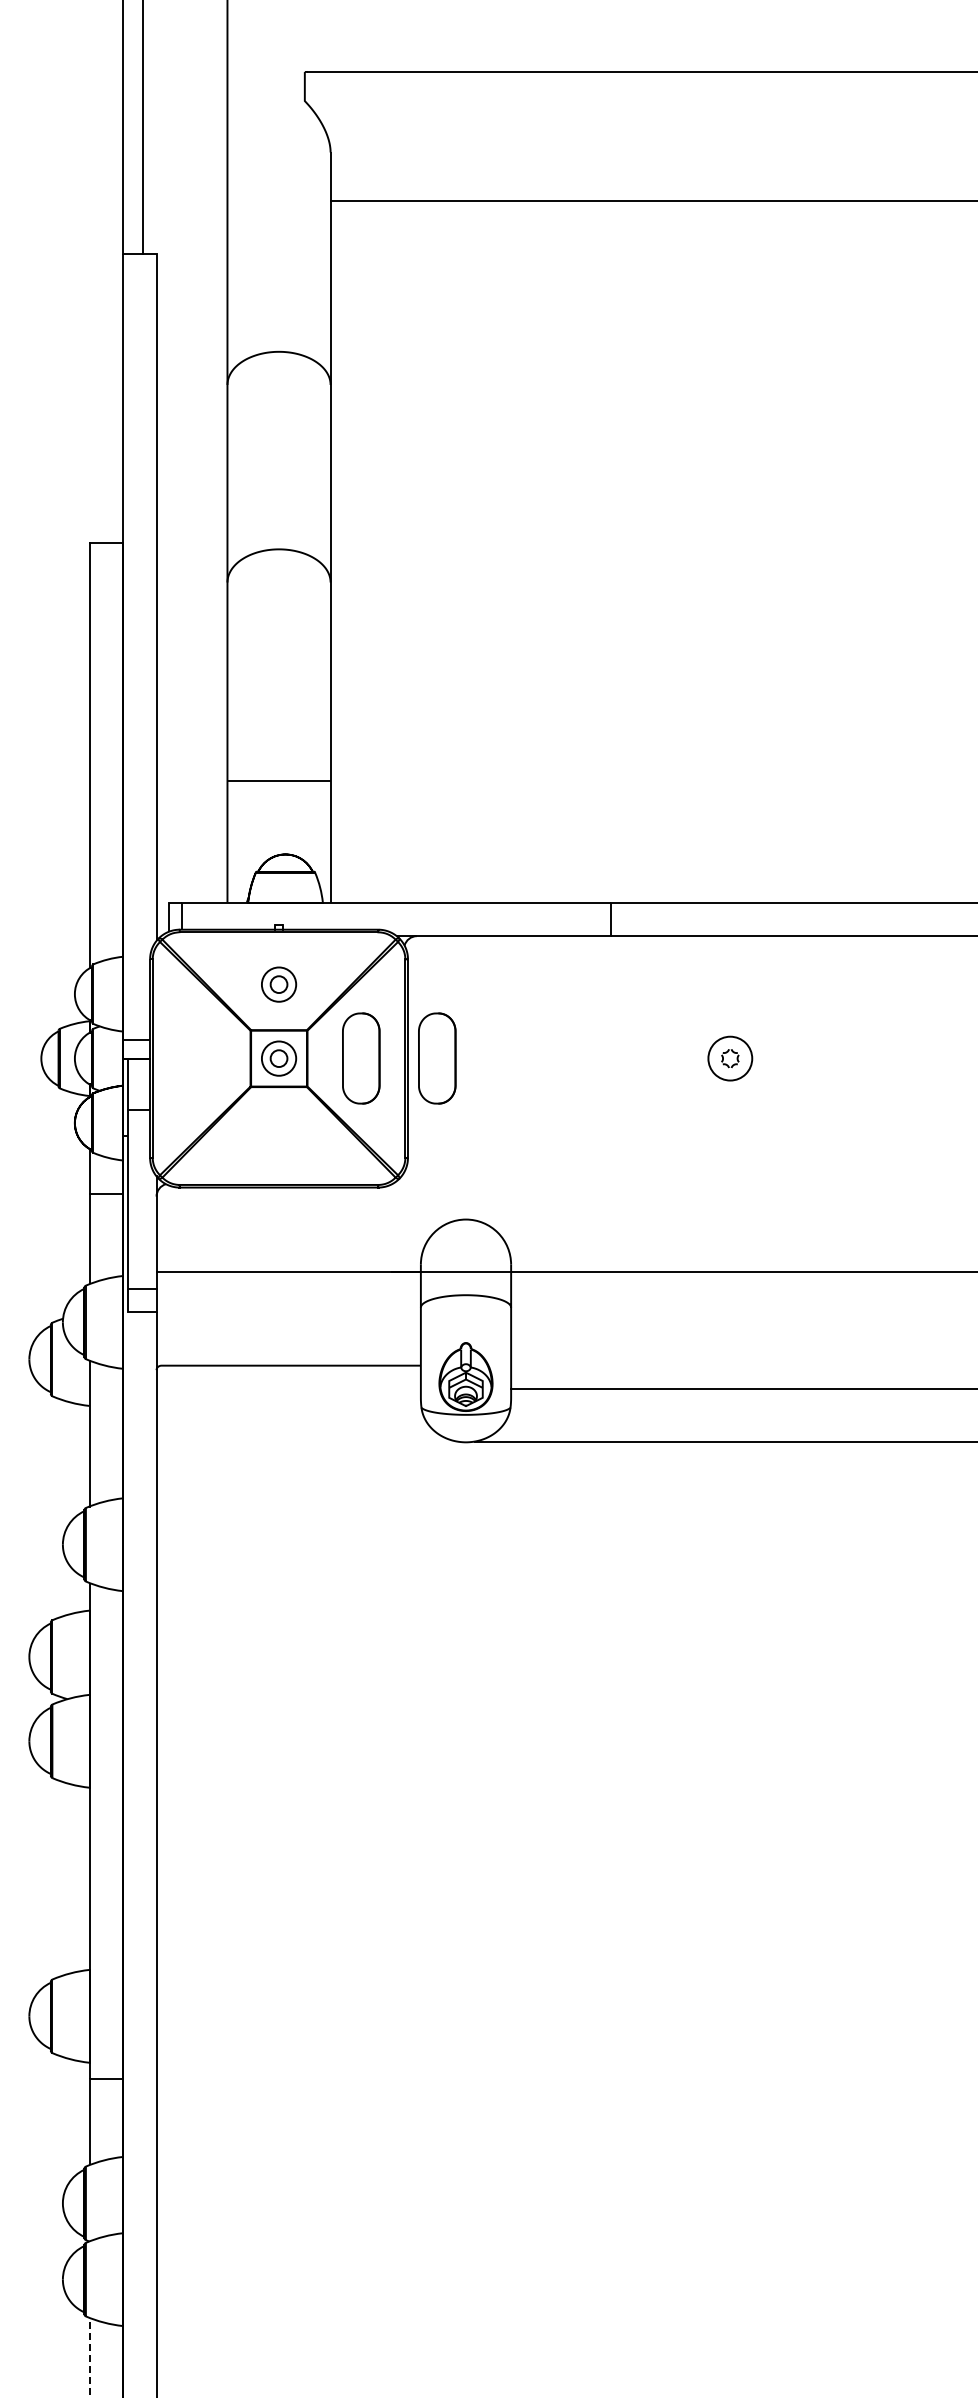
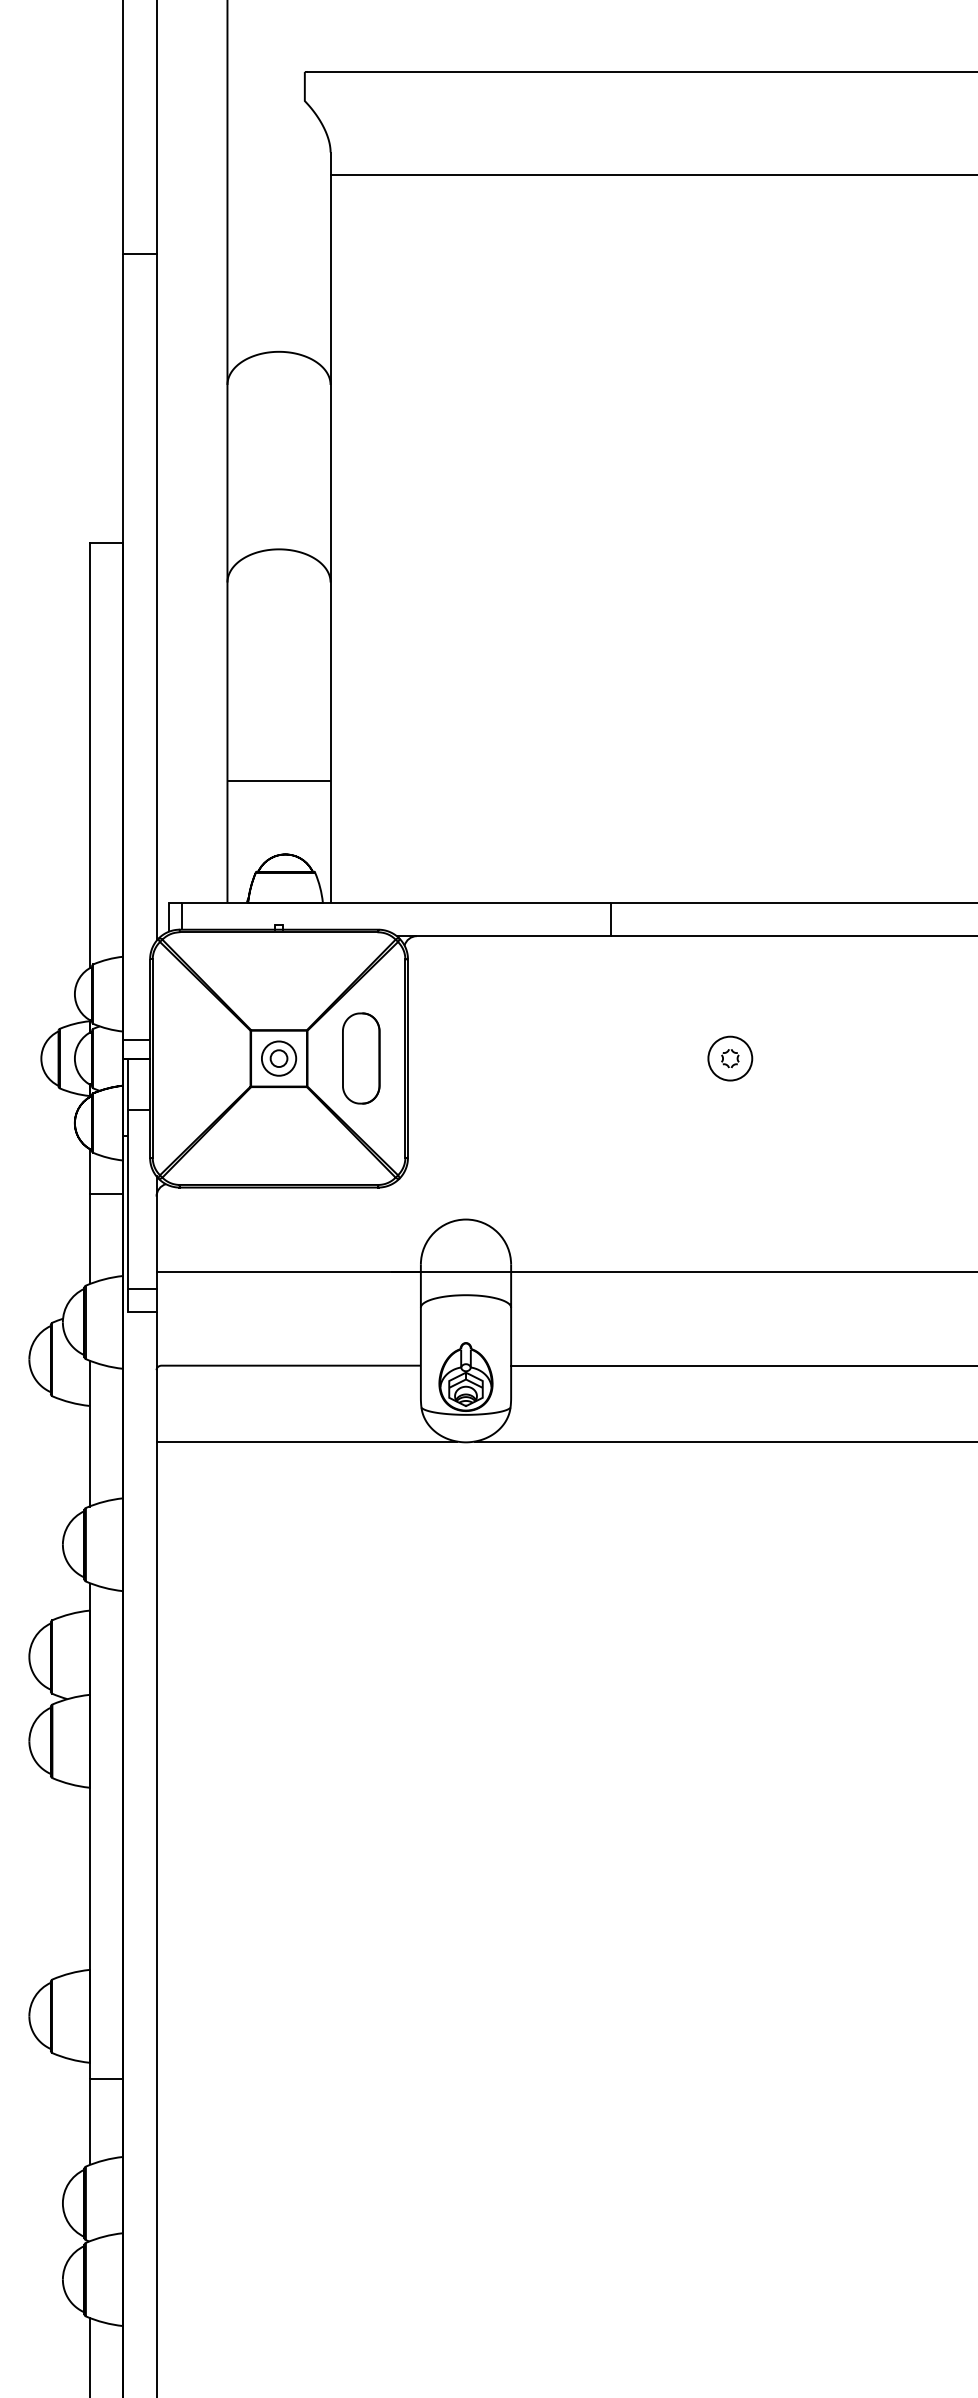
line at (142, 127) position: (142, 127) -> (156, 127)
line at (652, 201) position: (652, 201) -> (652, 175)
part at (279, 984): present -> none
part at (437, 1058): present -> none
line at (742, 1388) position: (742, 1388) -> (742, 1365)
line at (306, 1441): none -> present
line at (89, 2357): dashed -> solid
